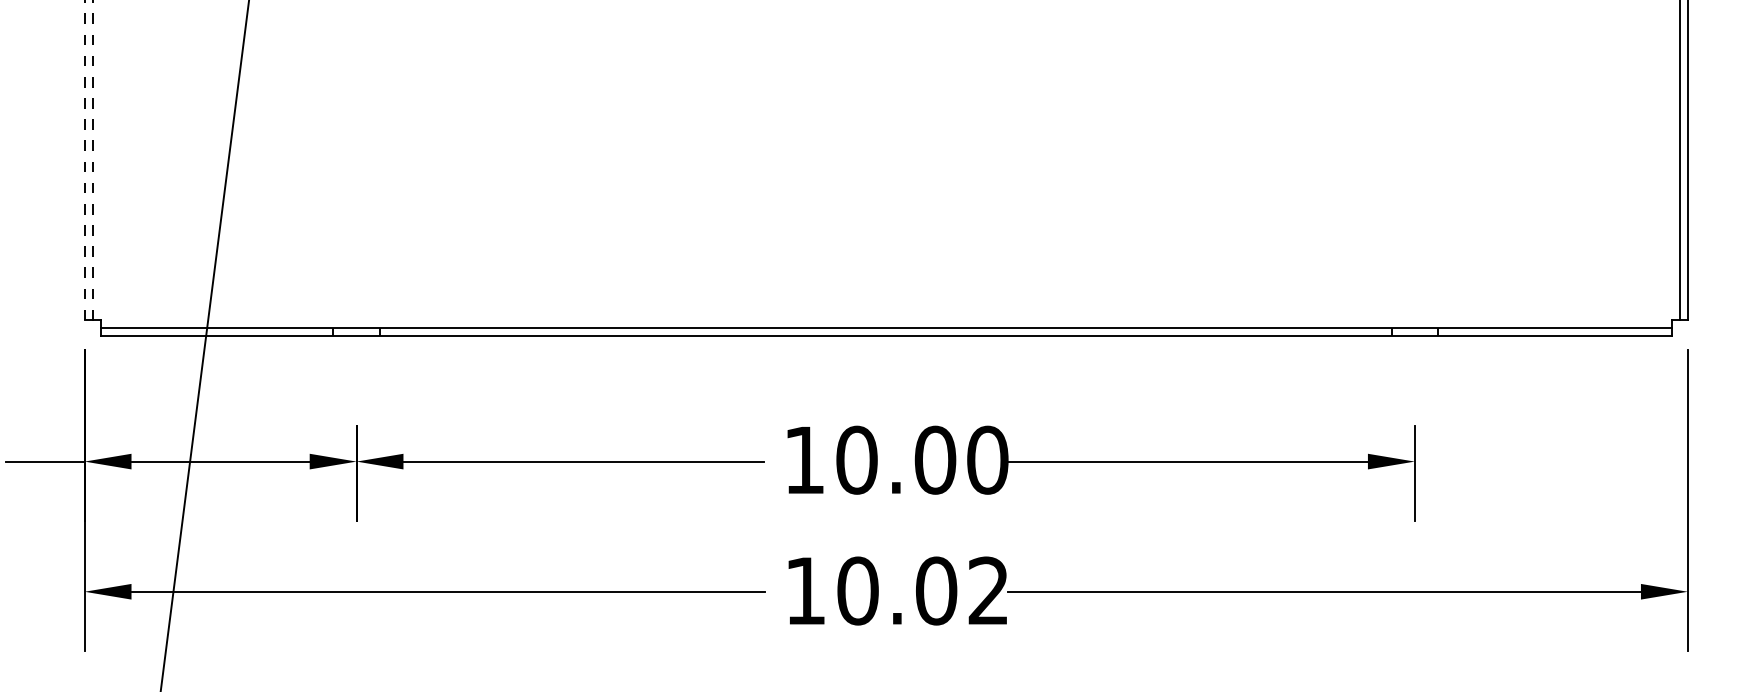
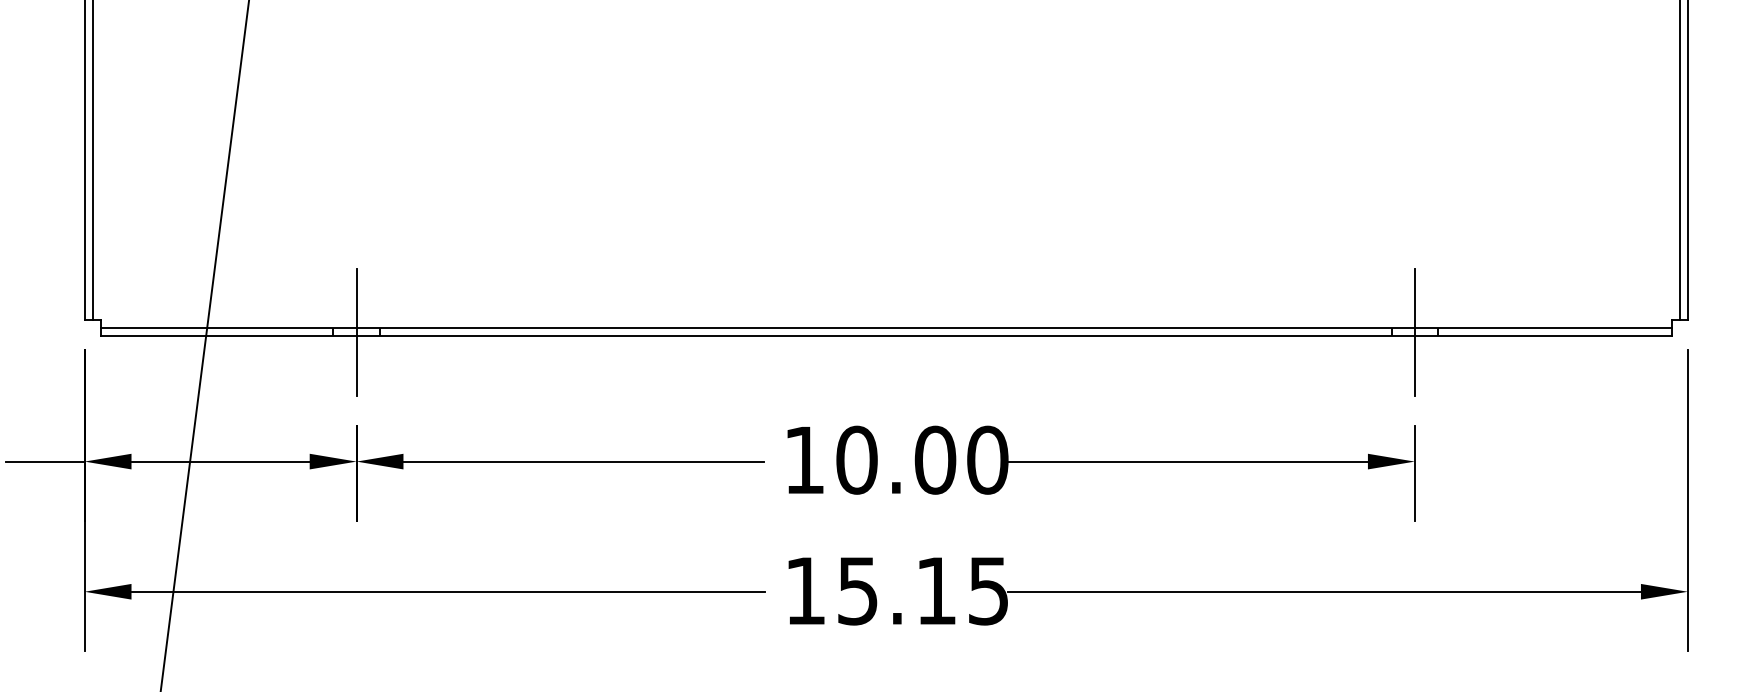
line at (84, 160): dashed -> solid
line at (92, 160): dashed -> solid
line at (356, 331): none -> present
line at (1414, 331): none -> present
text at (922, 590): 10.02 -> 15.15
